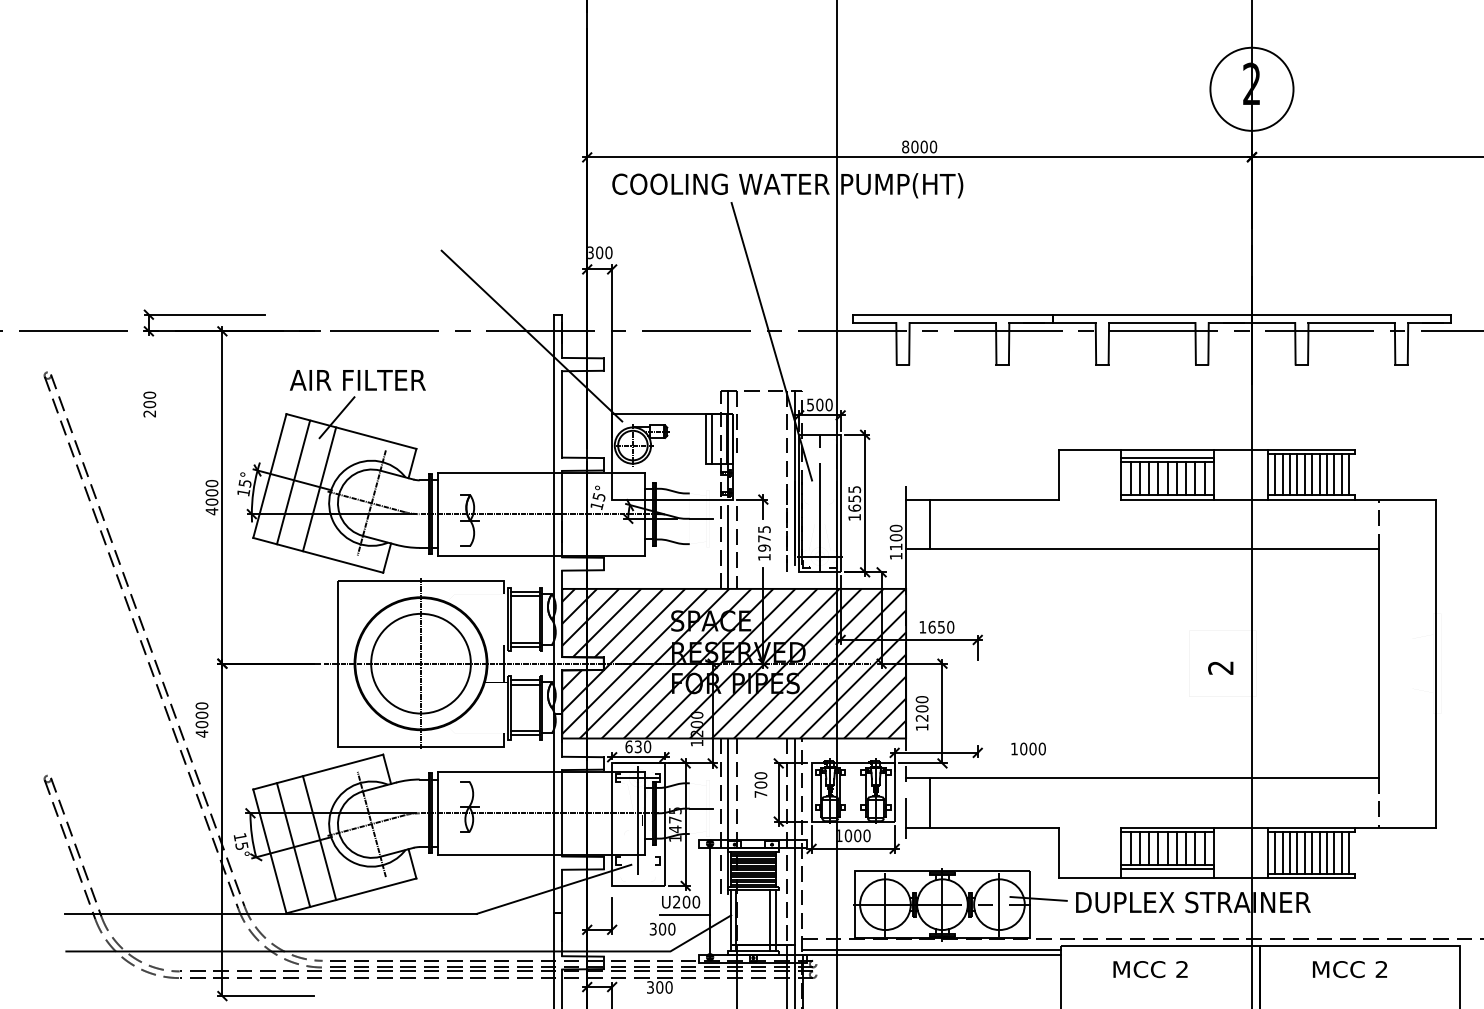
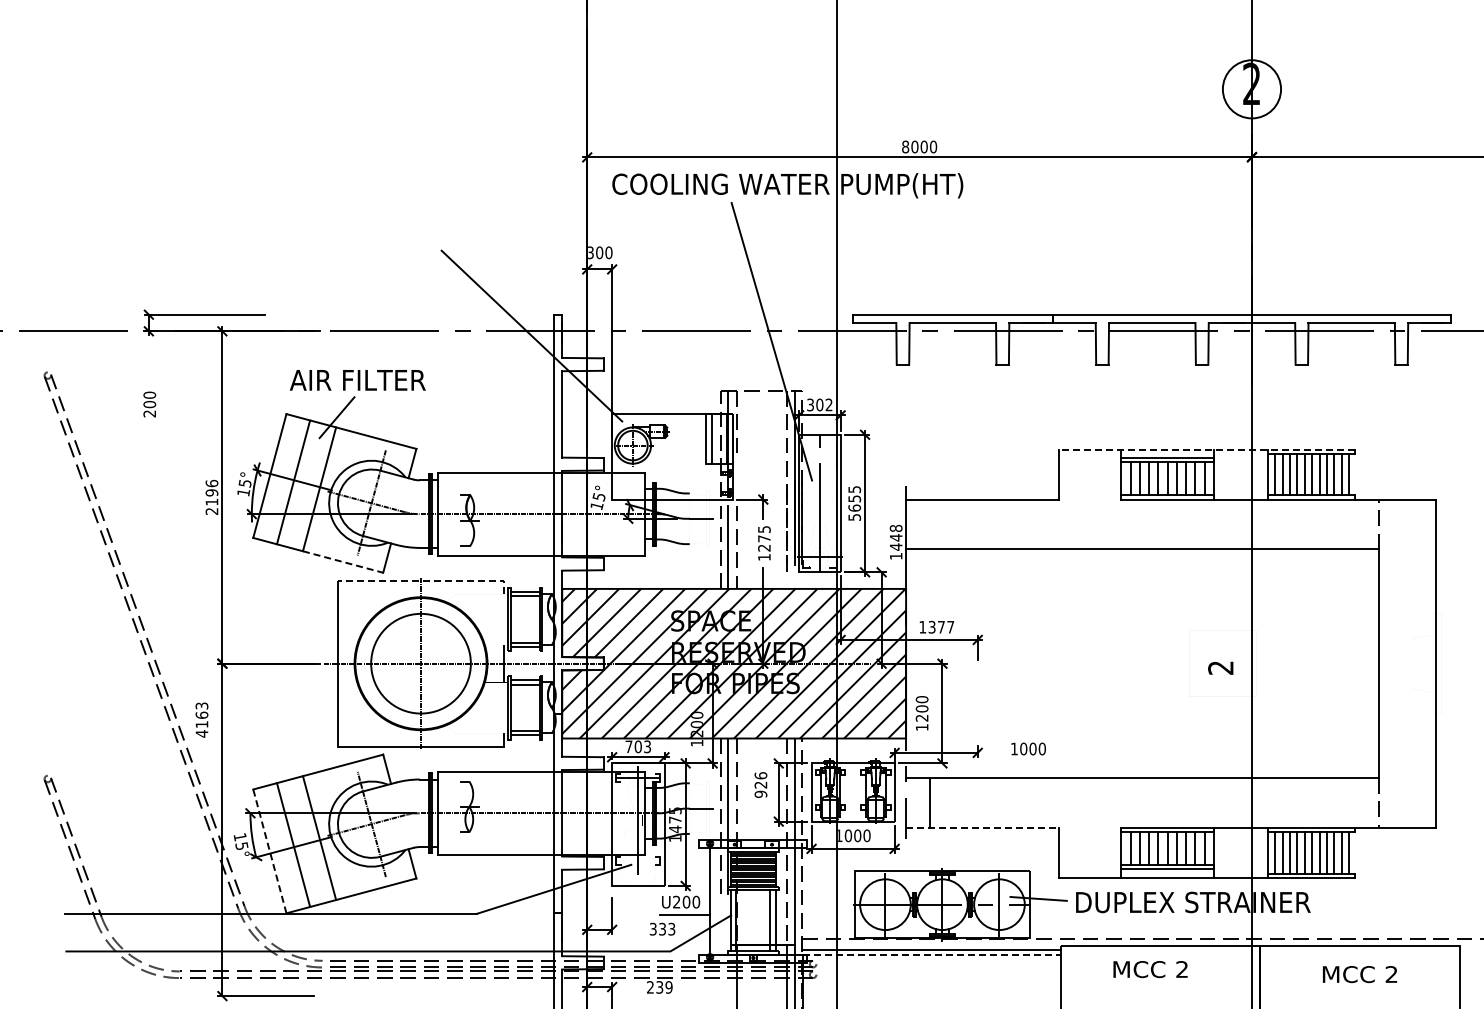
circle at (1251, 88) diameter: 83 px -> 58 px
text at (819, 404): 500 -> 302
line at (1206, 449): solid -> dashed
text at (211, 497): 4000 -> 2196
text at (854, 517): 1655 -> 5655
line at (929, 524): present -> none
text at (895, 537): 1100 -> 1448
text at (764, 547): 1975 -> 1275
line at (343, 562): solid -> dashed
line at (428, 580): solid -> dashed
text at (941, 626): 1650 -> 1377
text at (201, 715): 4000 -> 4163
text at (638, 746): 630 -> 703
text at (760, 784): 700 -> 926
line at (982, 827): solid -> dashed
line at (269, 850): solid -> dashed
text at (667, 928): 300 -> 333
line at (932, 954): solid -> dashed
text at (1349, 969) position: (1349, 969) -> (1359, 974)
text at (659, 987): 300 -> 239
